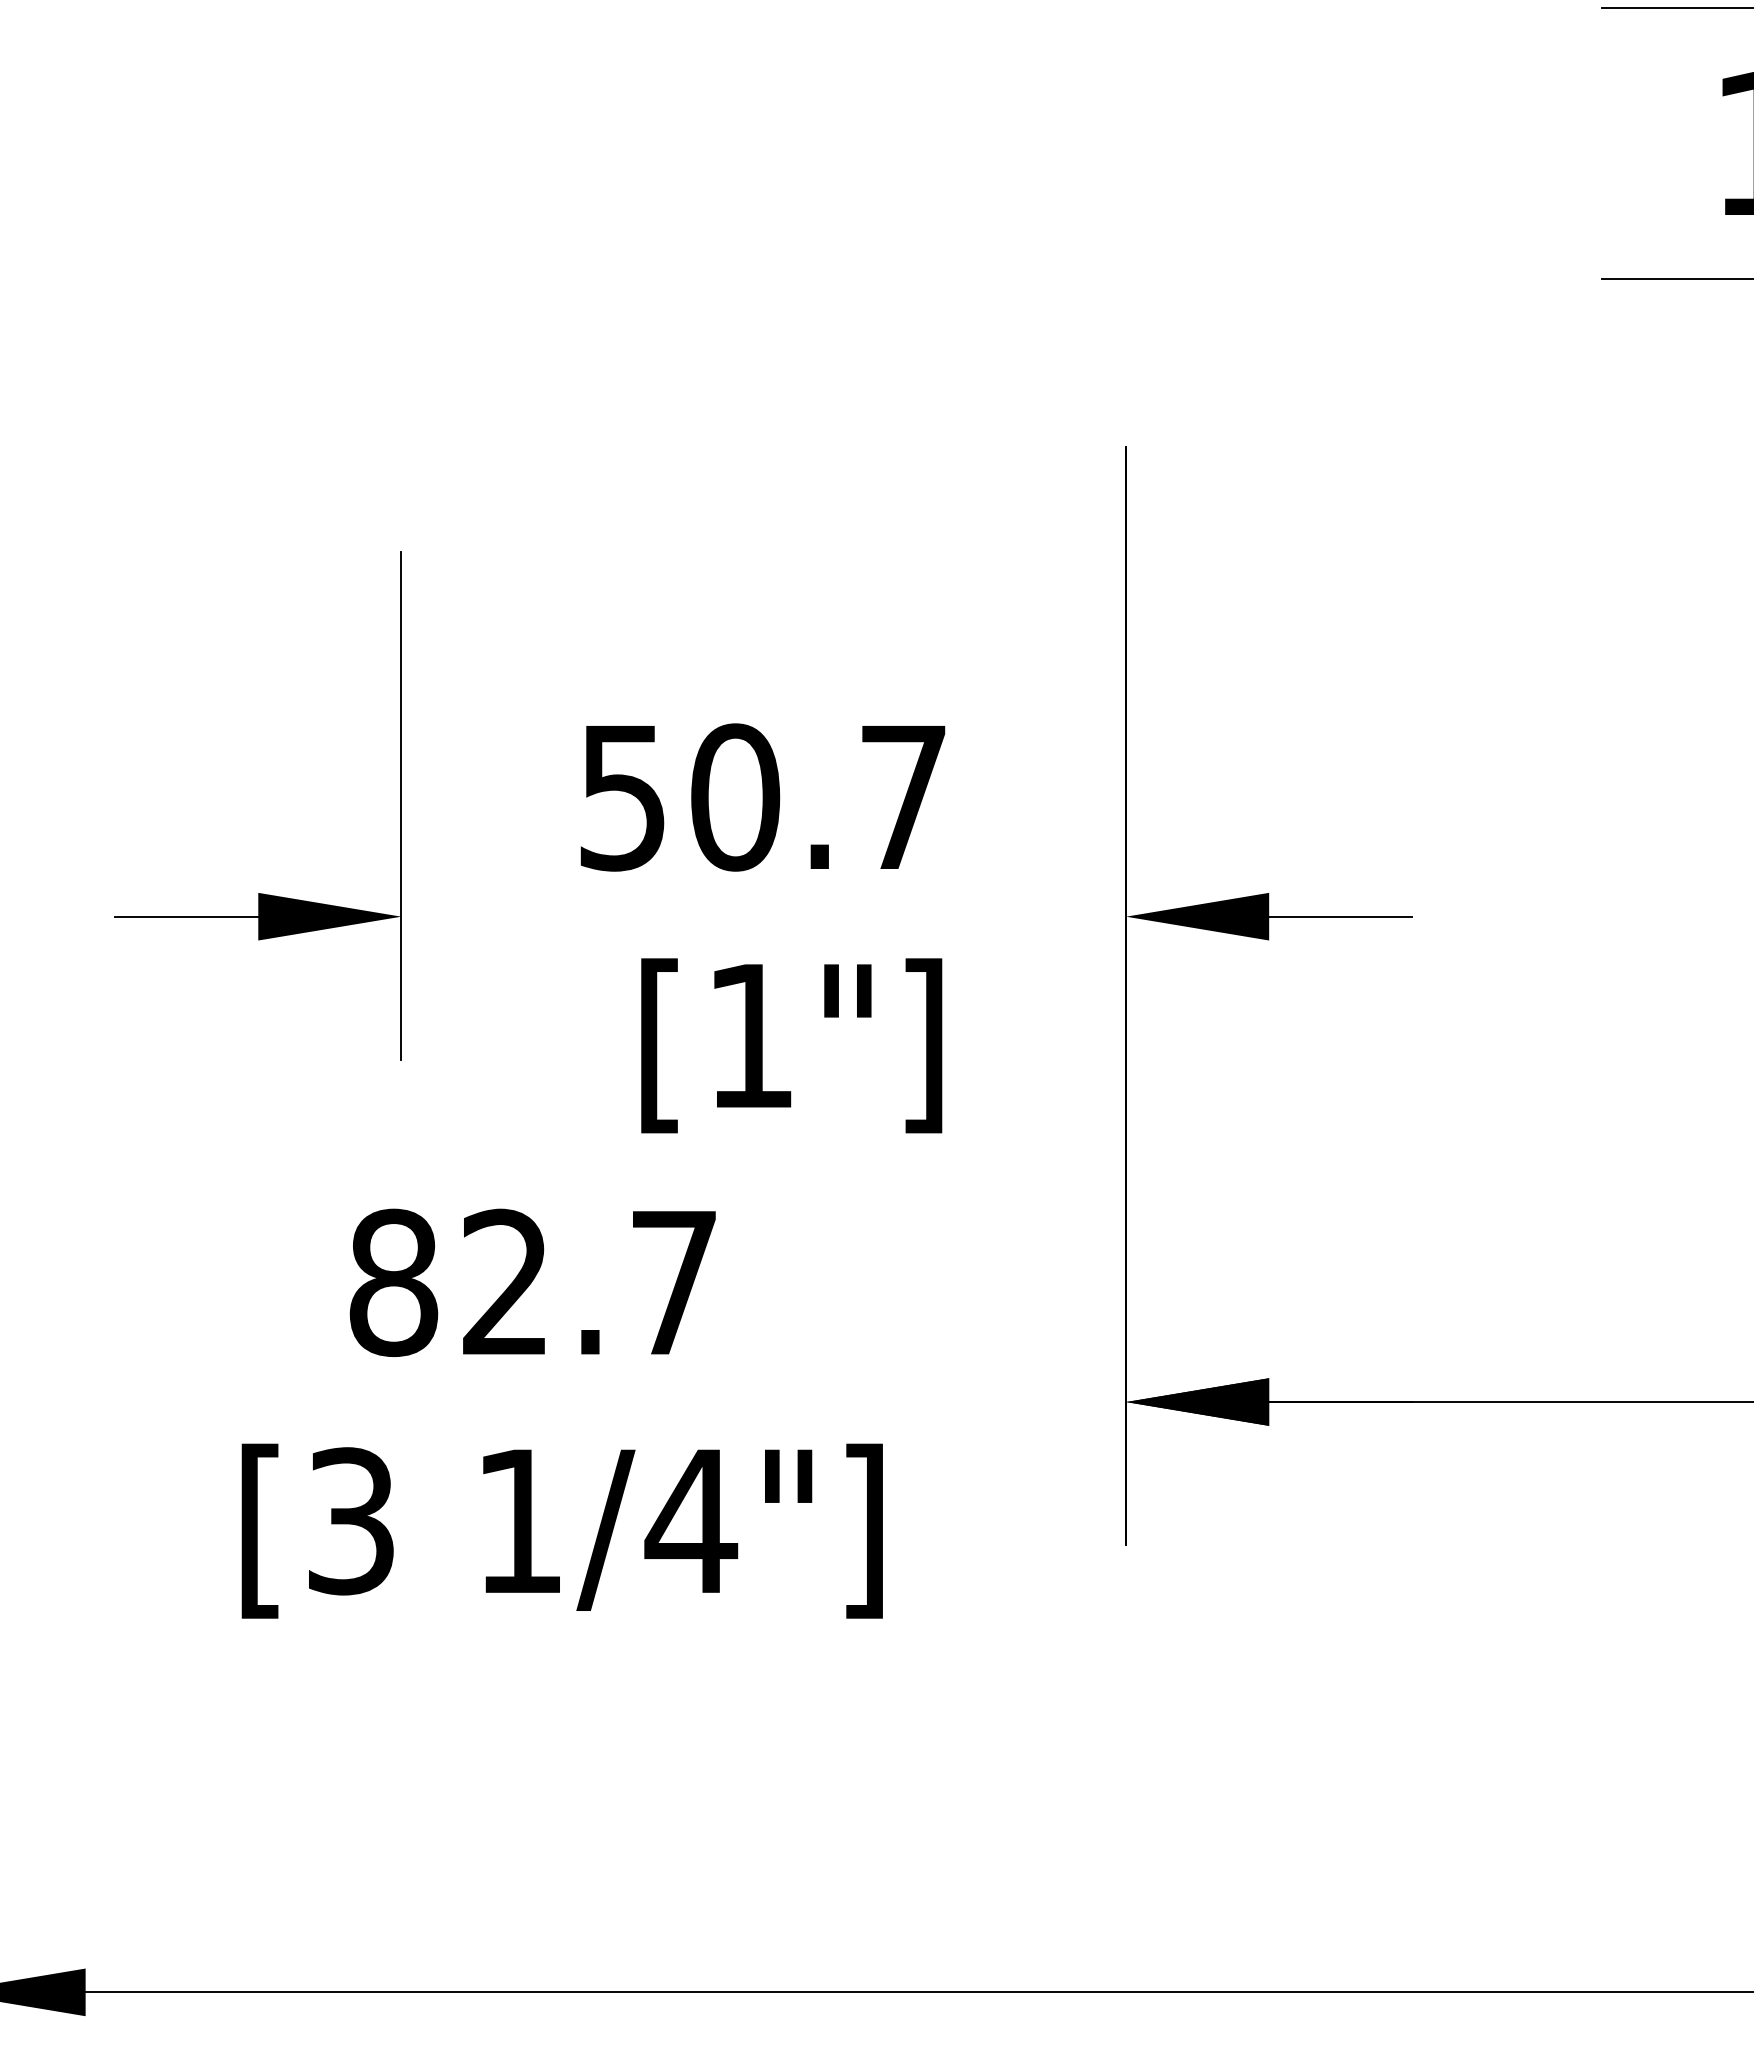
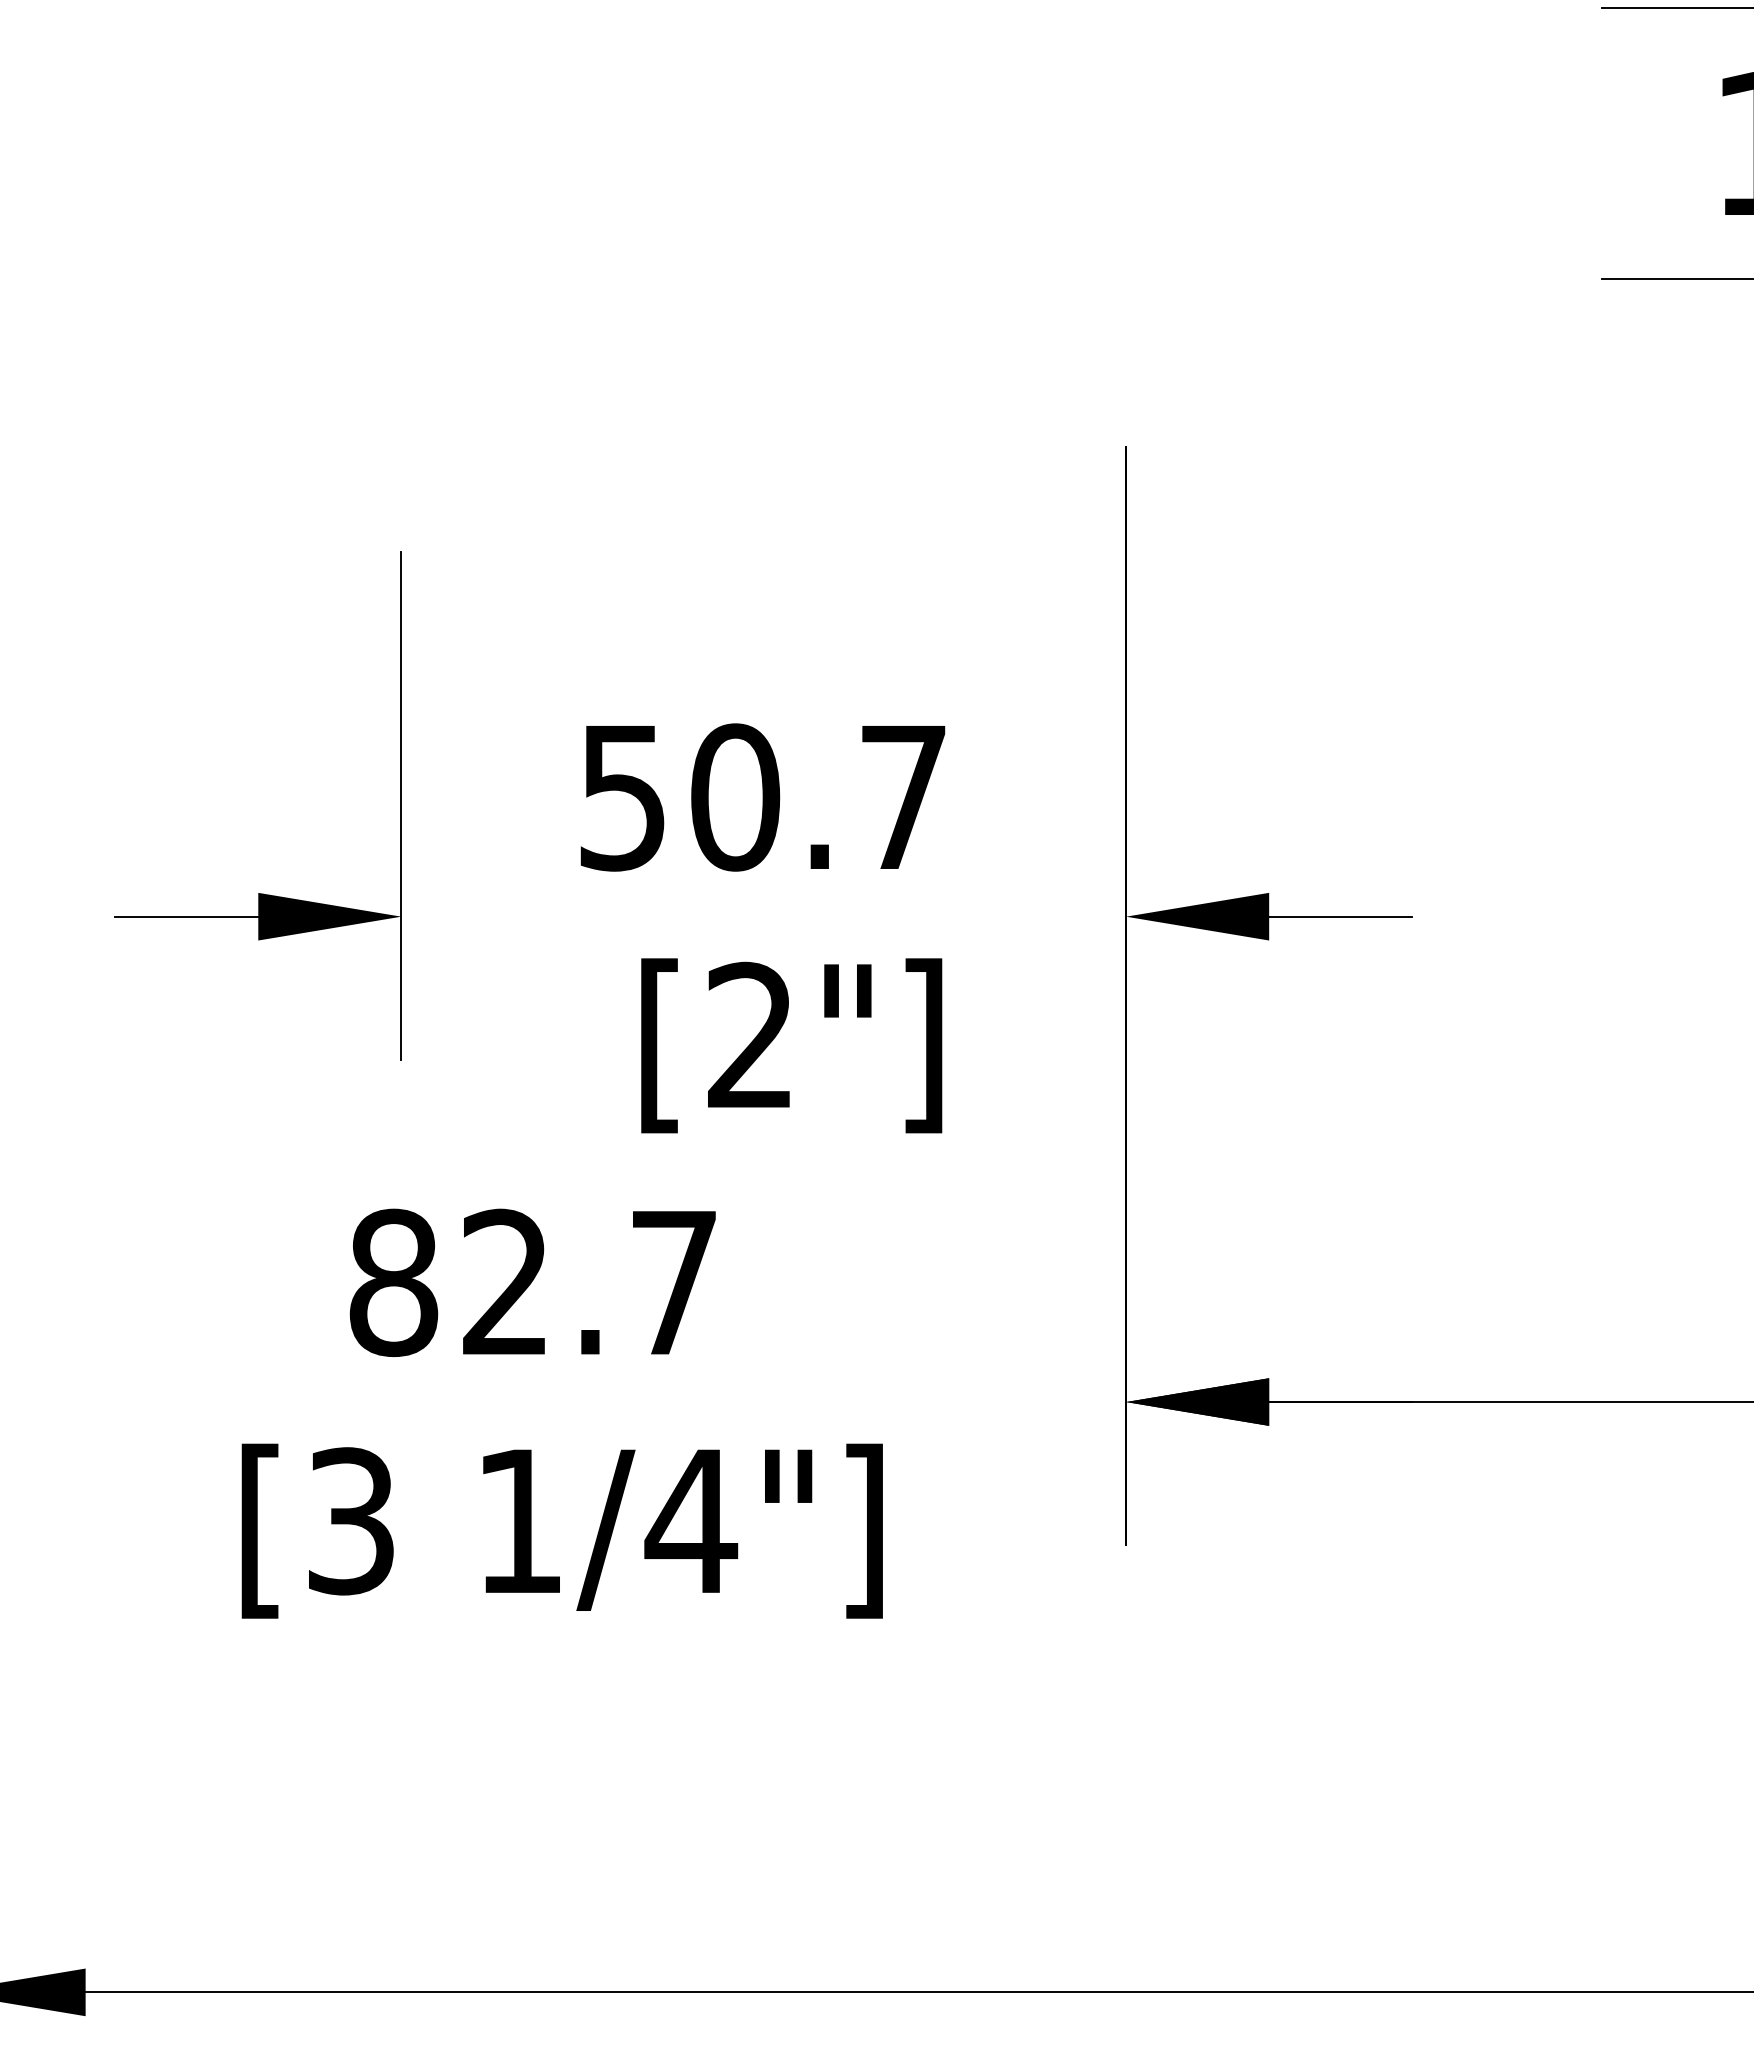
text at (749, 1034): [1"] -> [2"]
